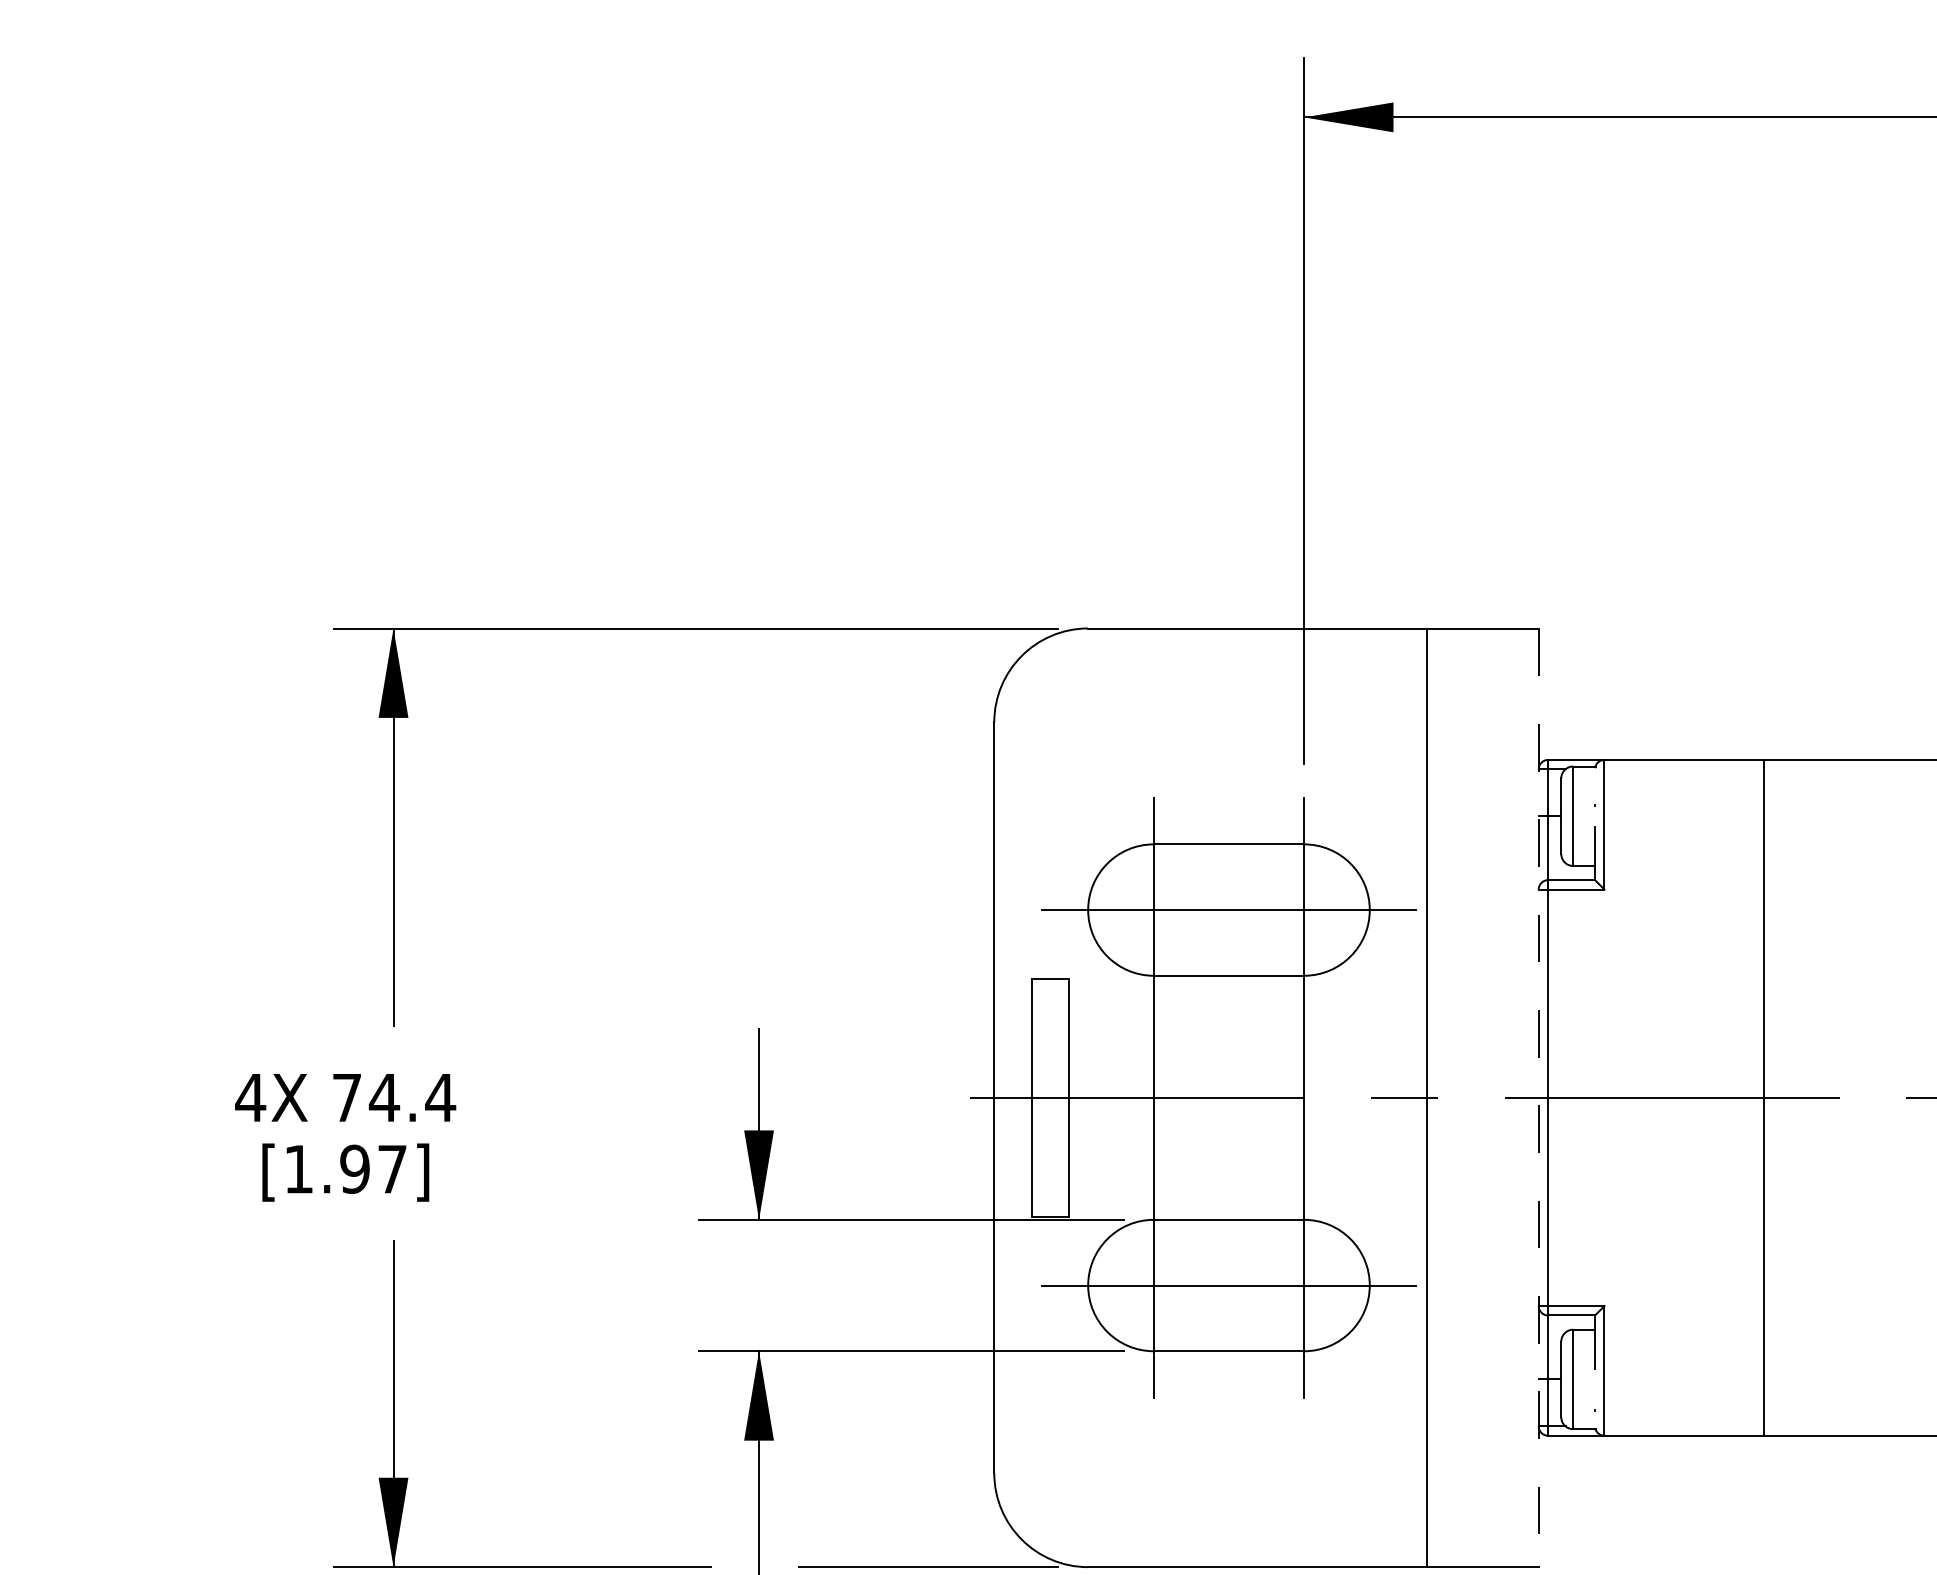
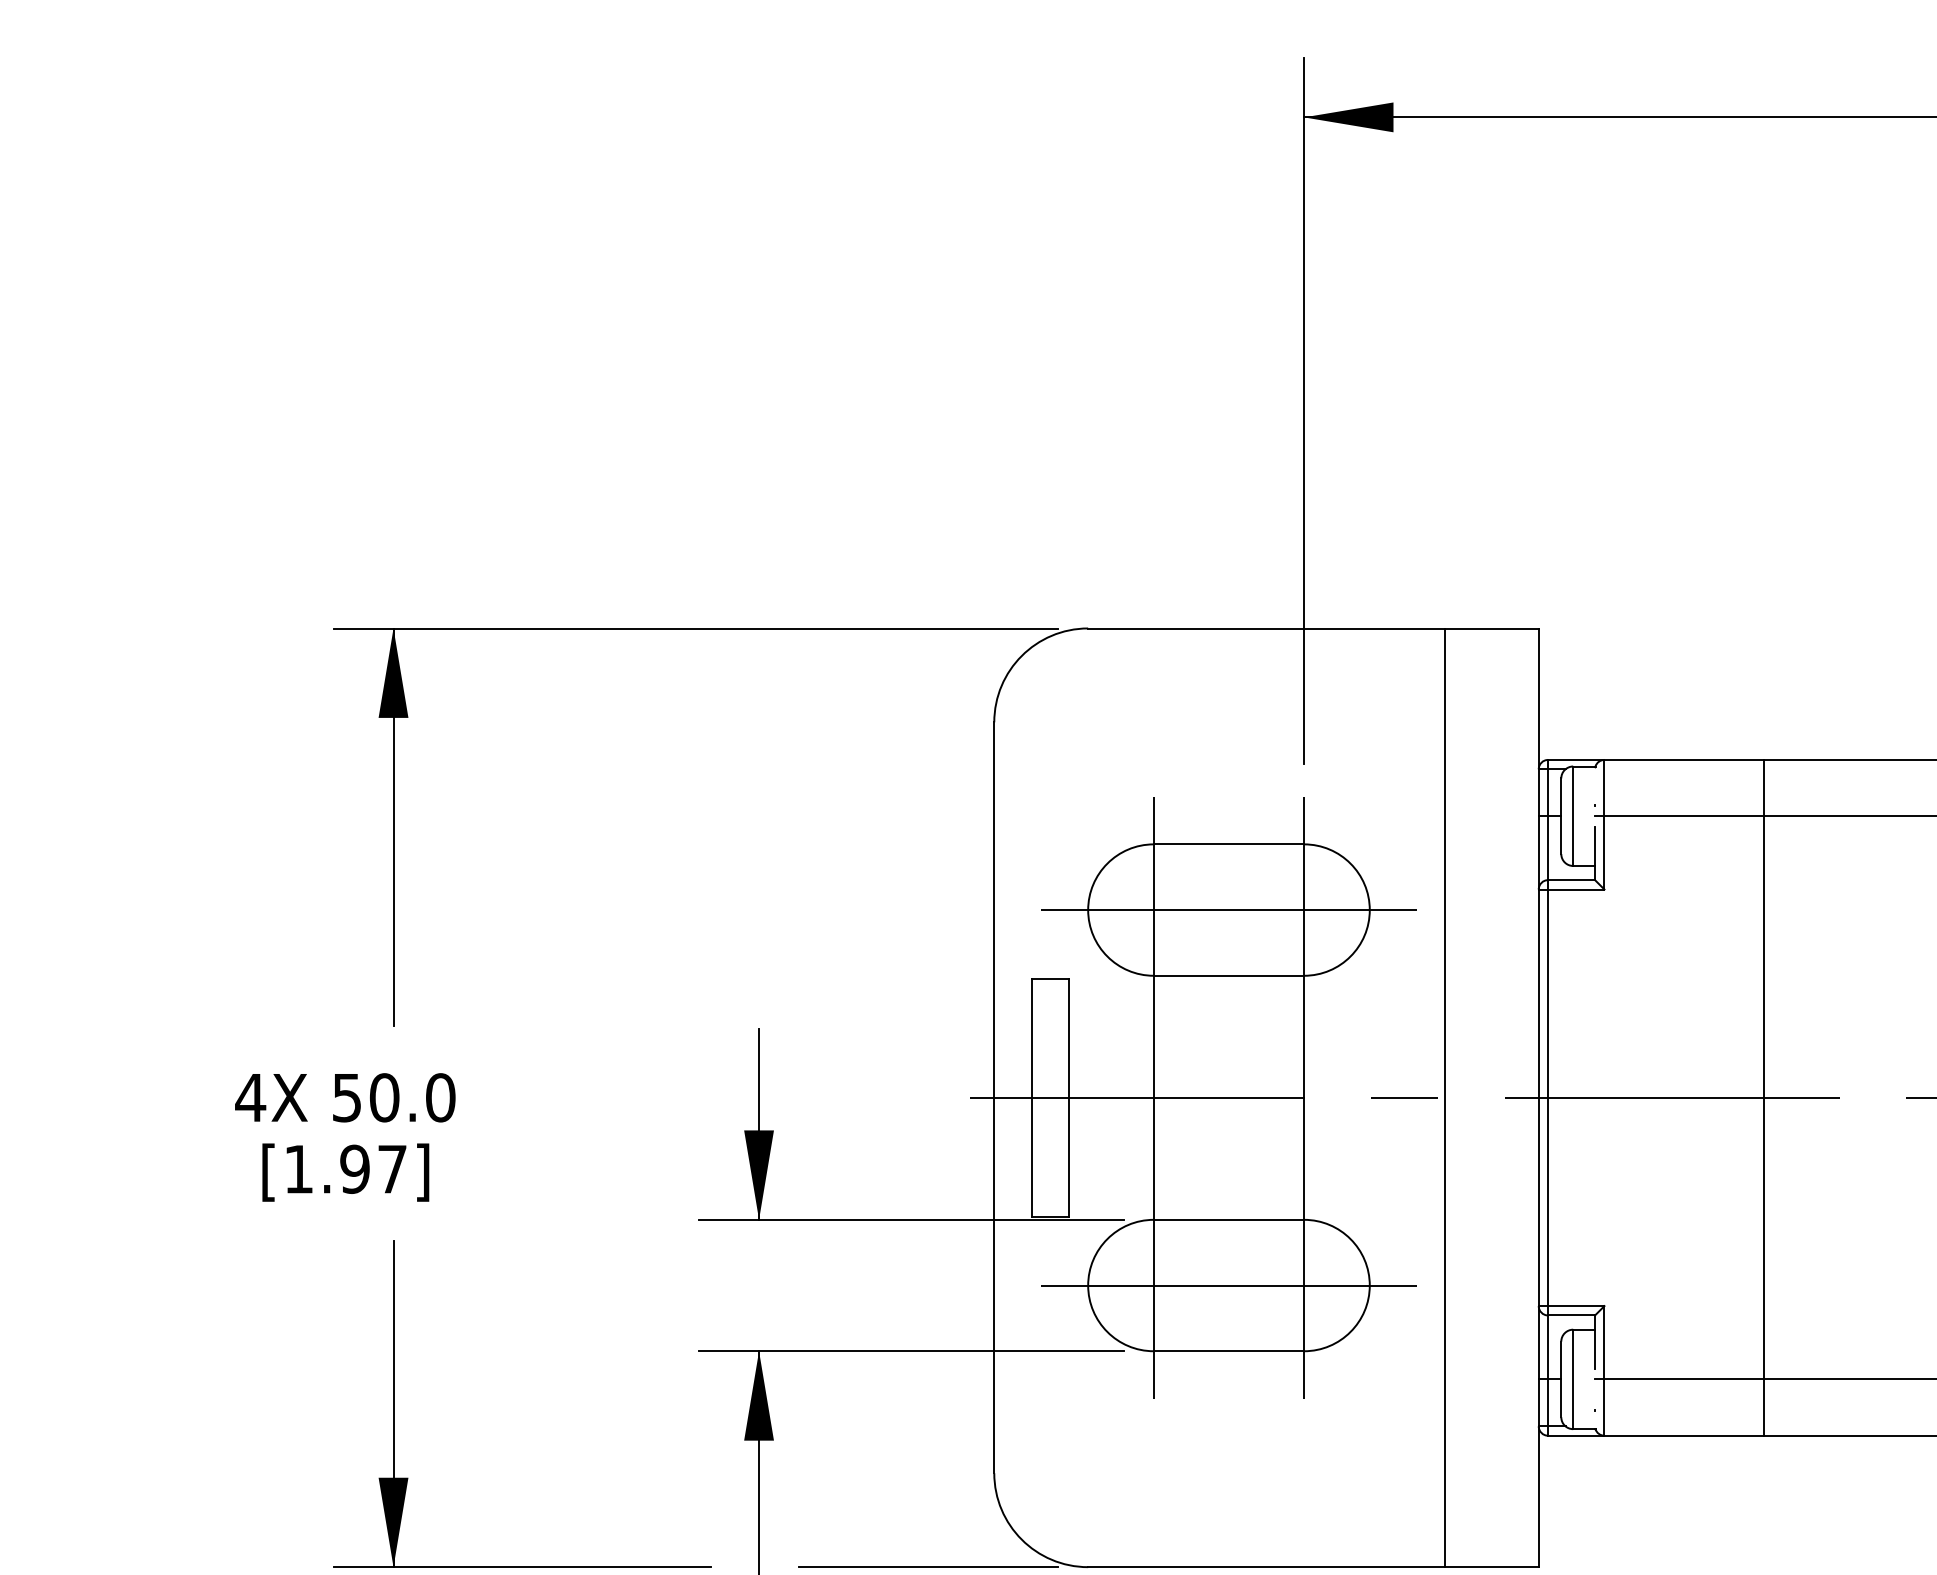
line at (1764, 816): none -> present
text at (394, 1097): 74.4 -> 50.0
line at (1426, 1097) position: (1426, 1097) -> (1444, 1097)
line at (1538, 1098): dashed -> solid
line at (1764, 1379): none -> present
